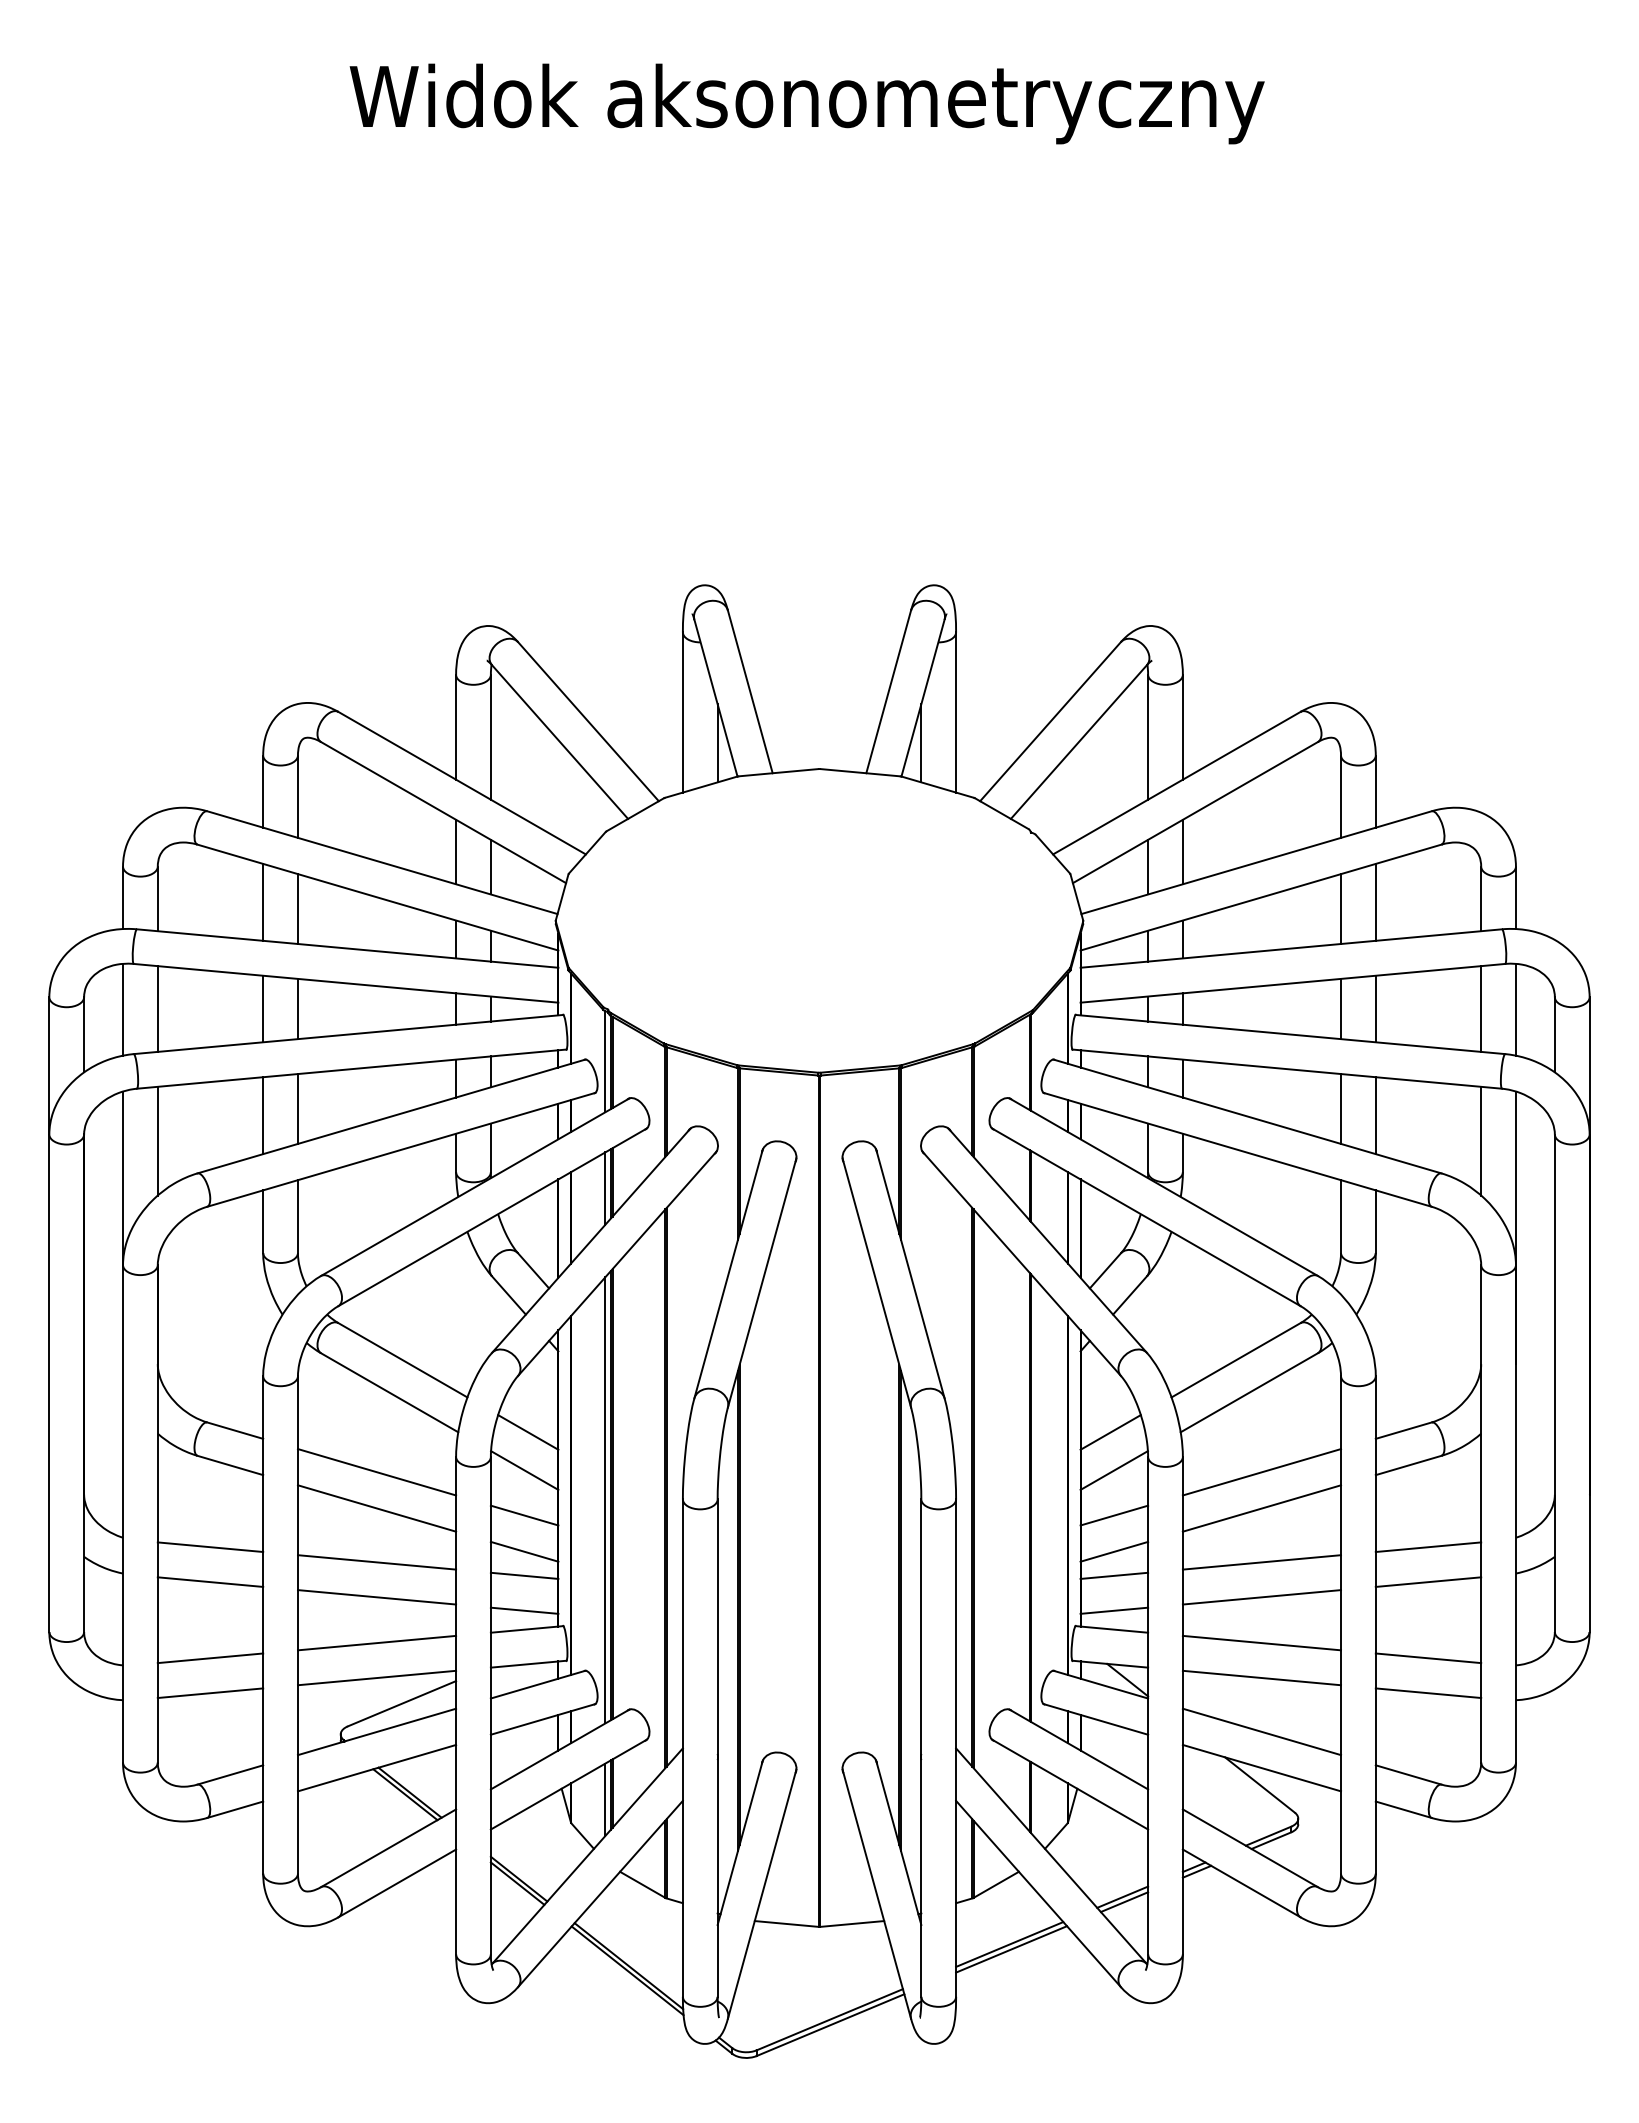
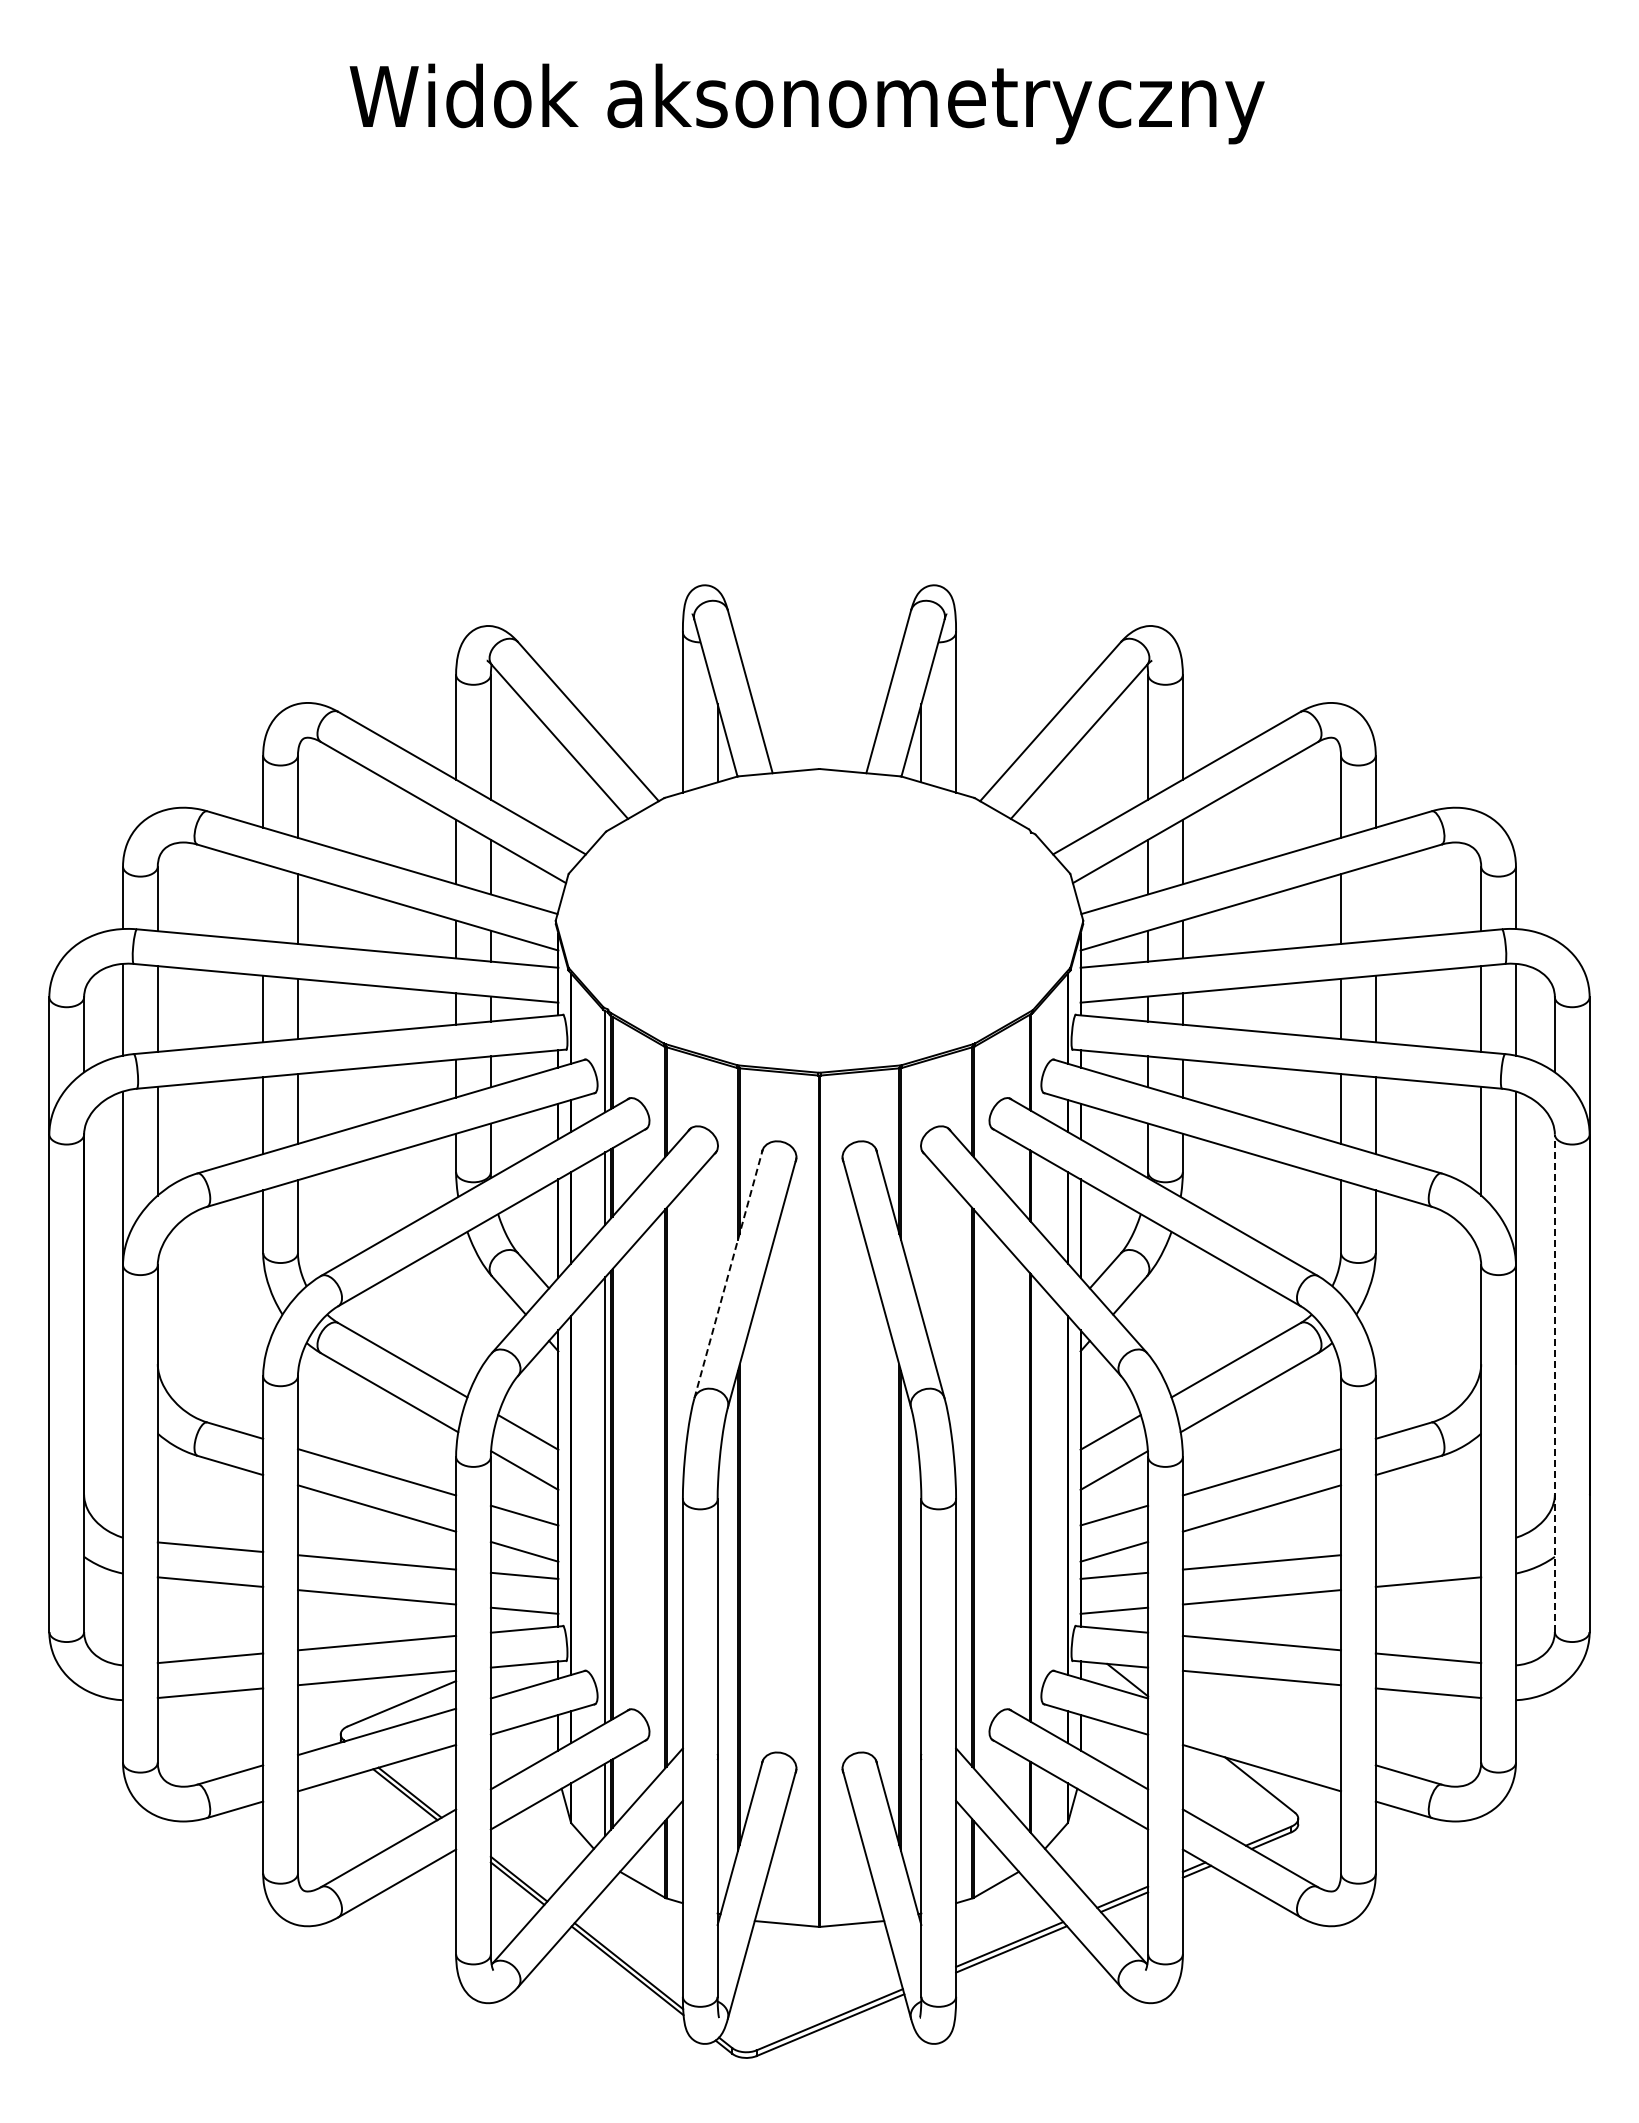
line at (263, 901): present -> none
line at (1375, 901): present -> none
line at (728, 1273): solid -> dashed
line at (1554, 1383): solid -> dashed
line at (1428, 1547): present -> none
line at (1261, 1731): present -> none
